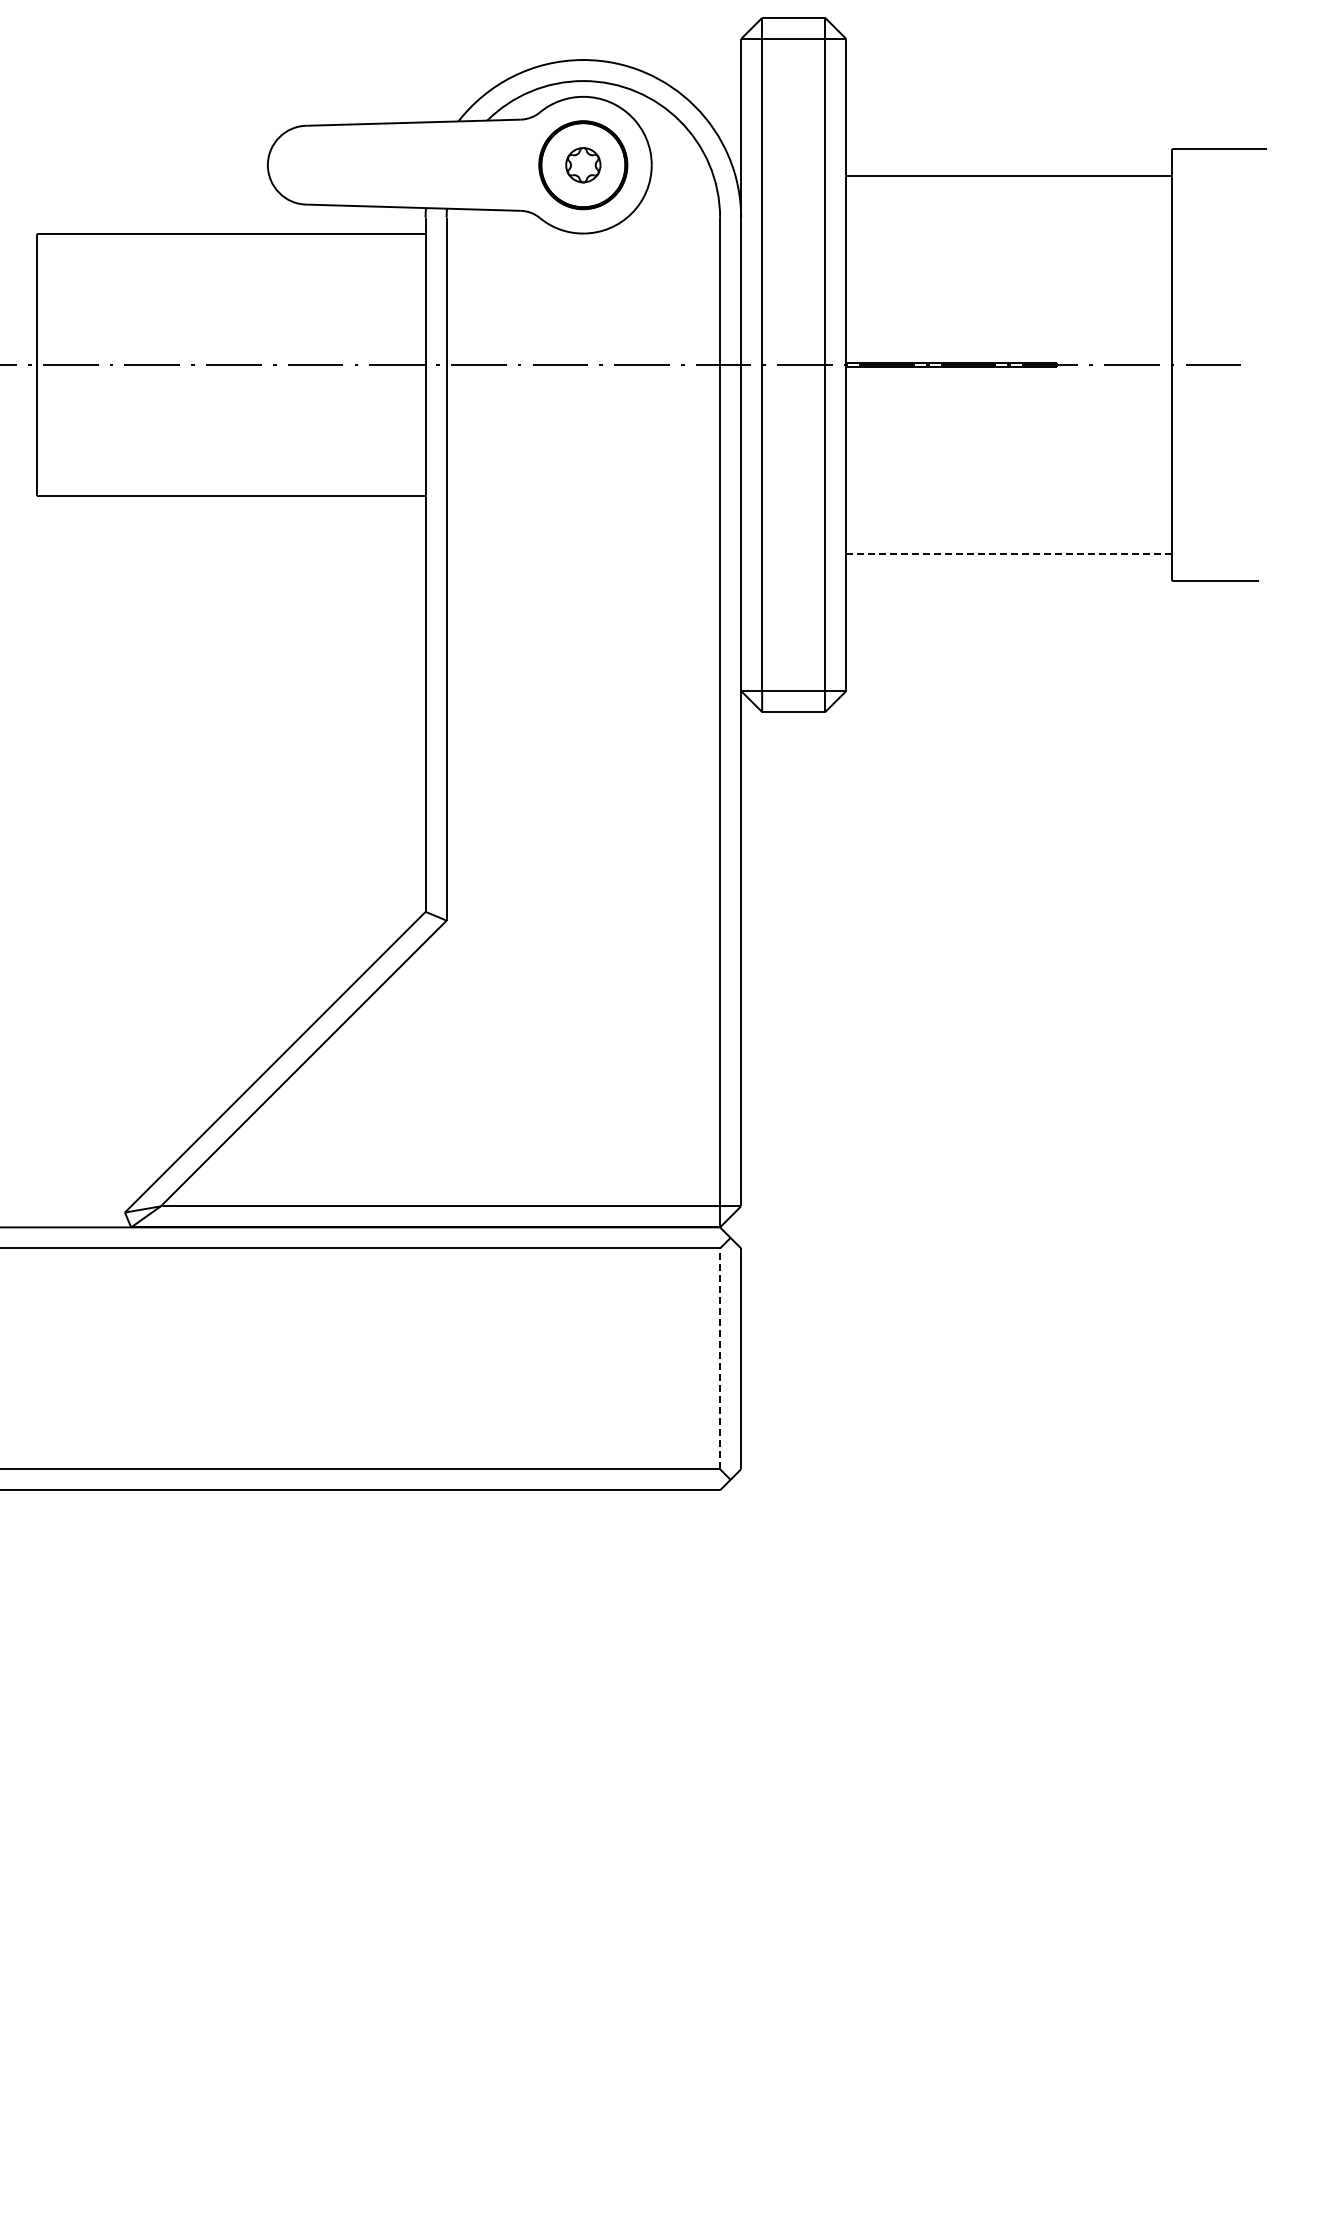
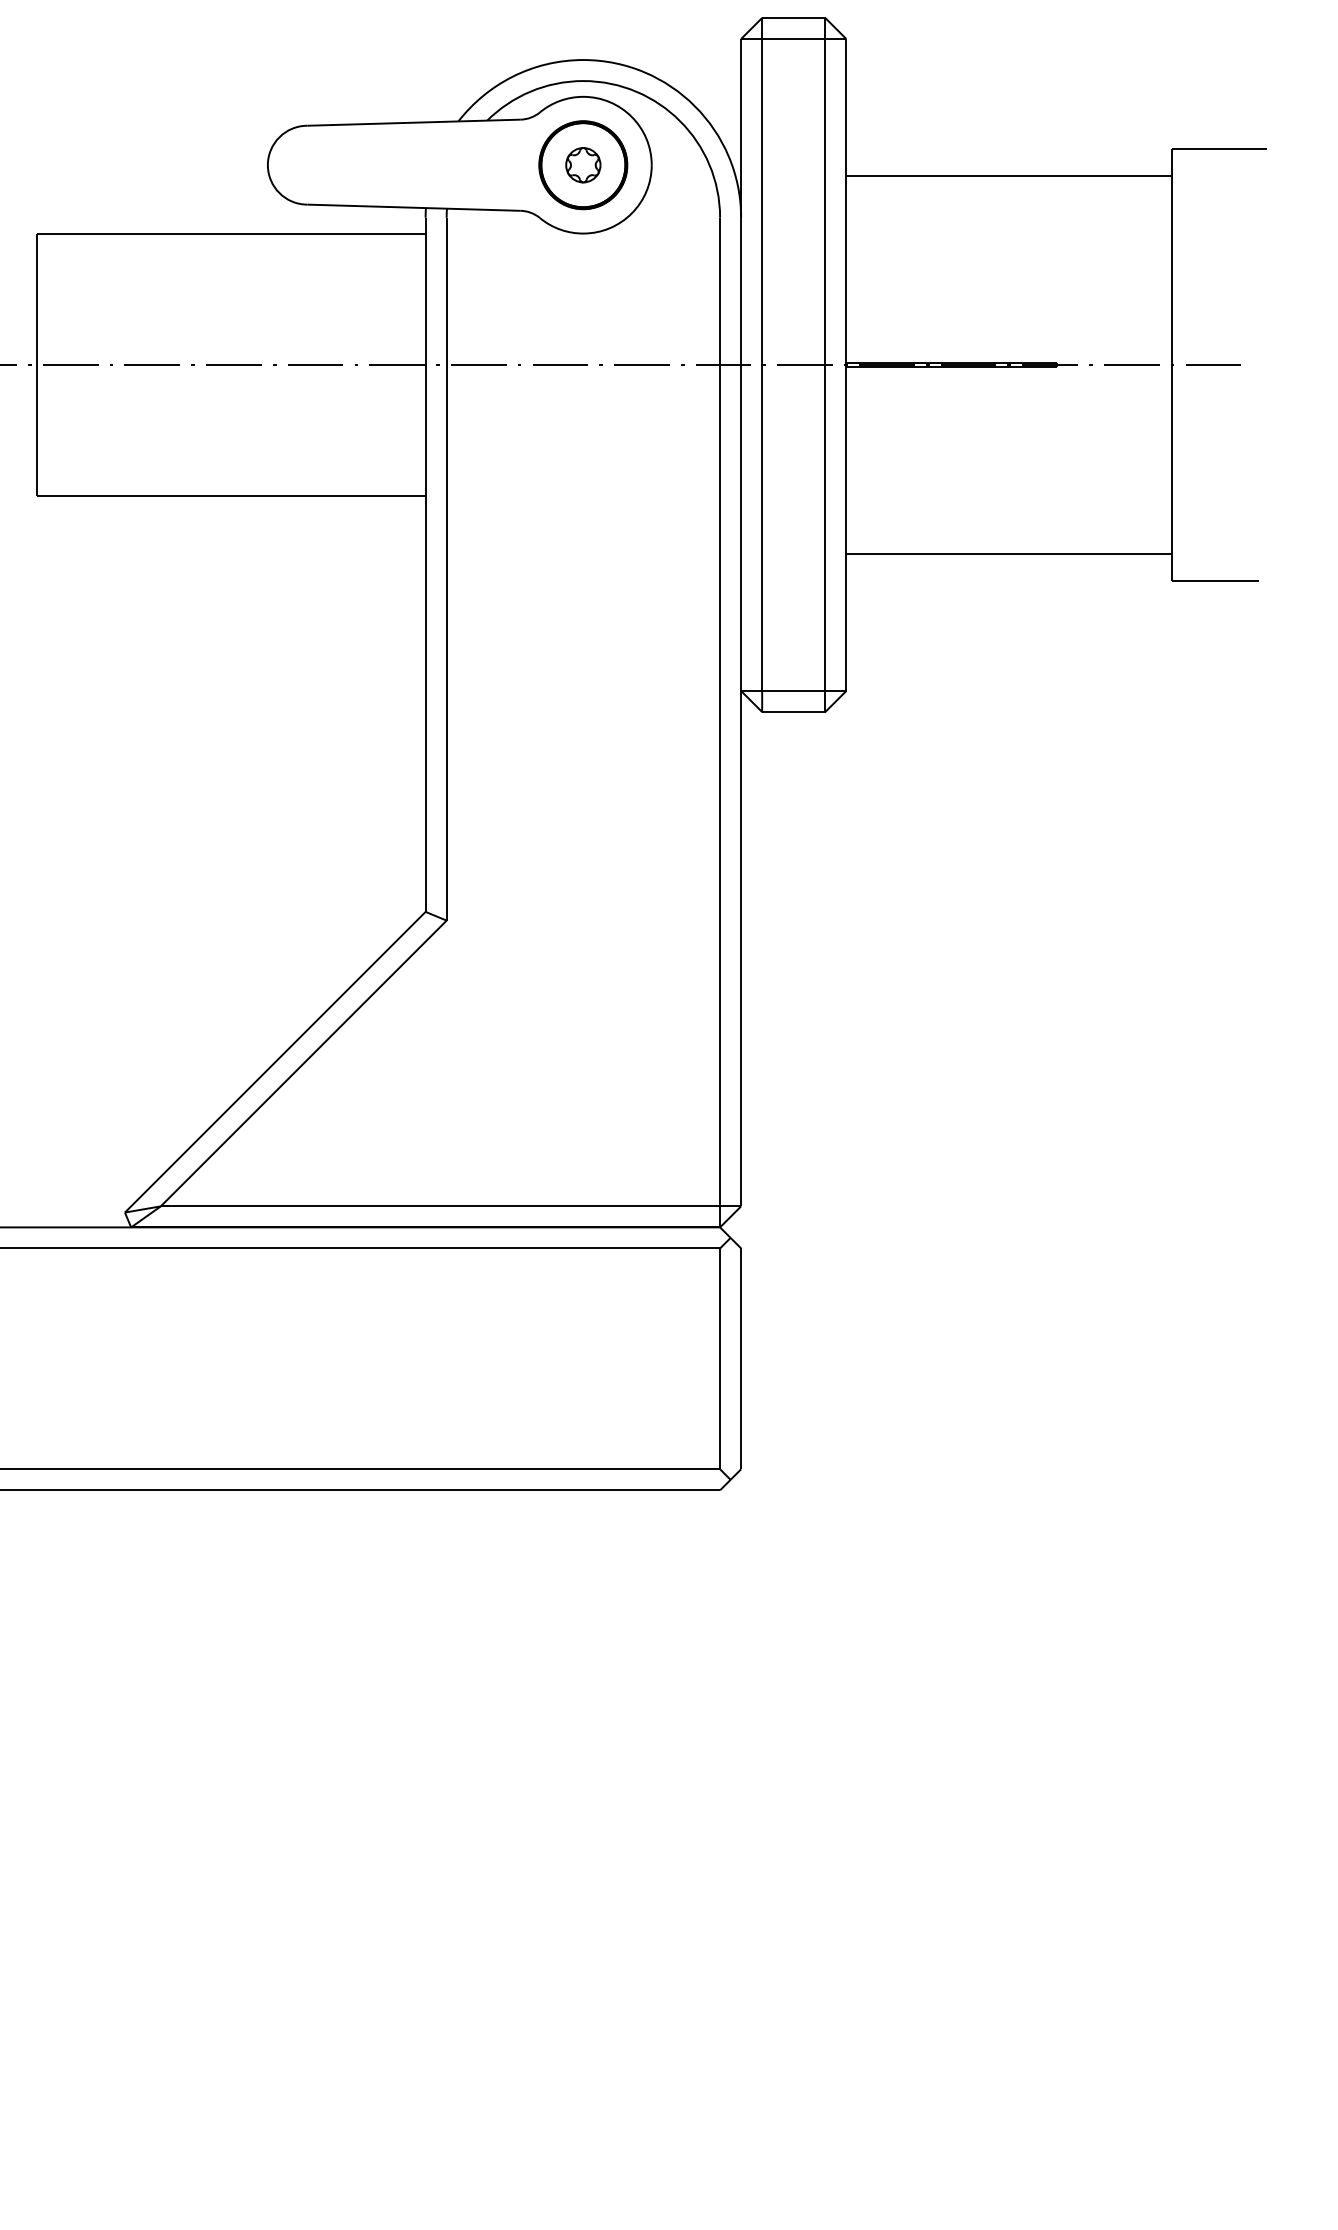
line at (1009, 554): dashed -> solid
line at (720, 1358): dashed -> solid
